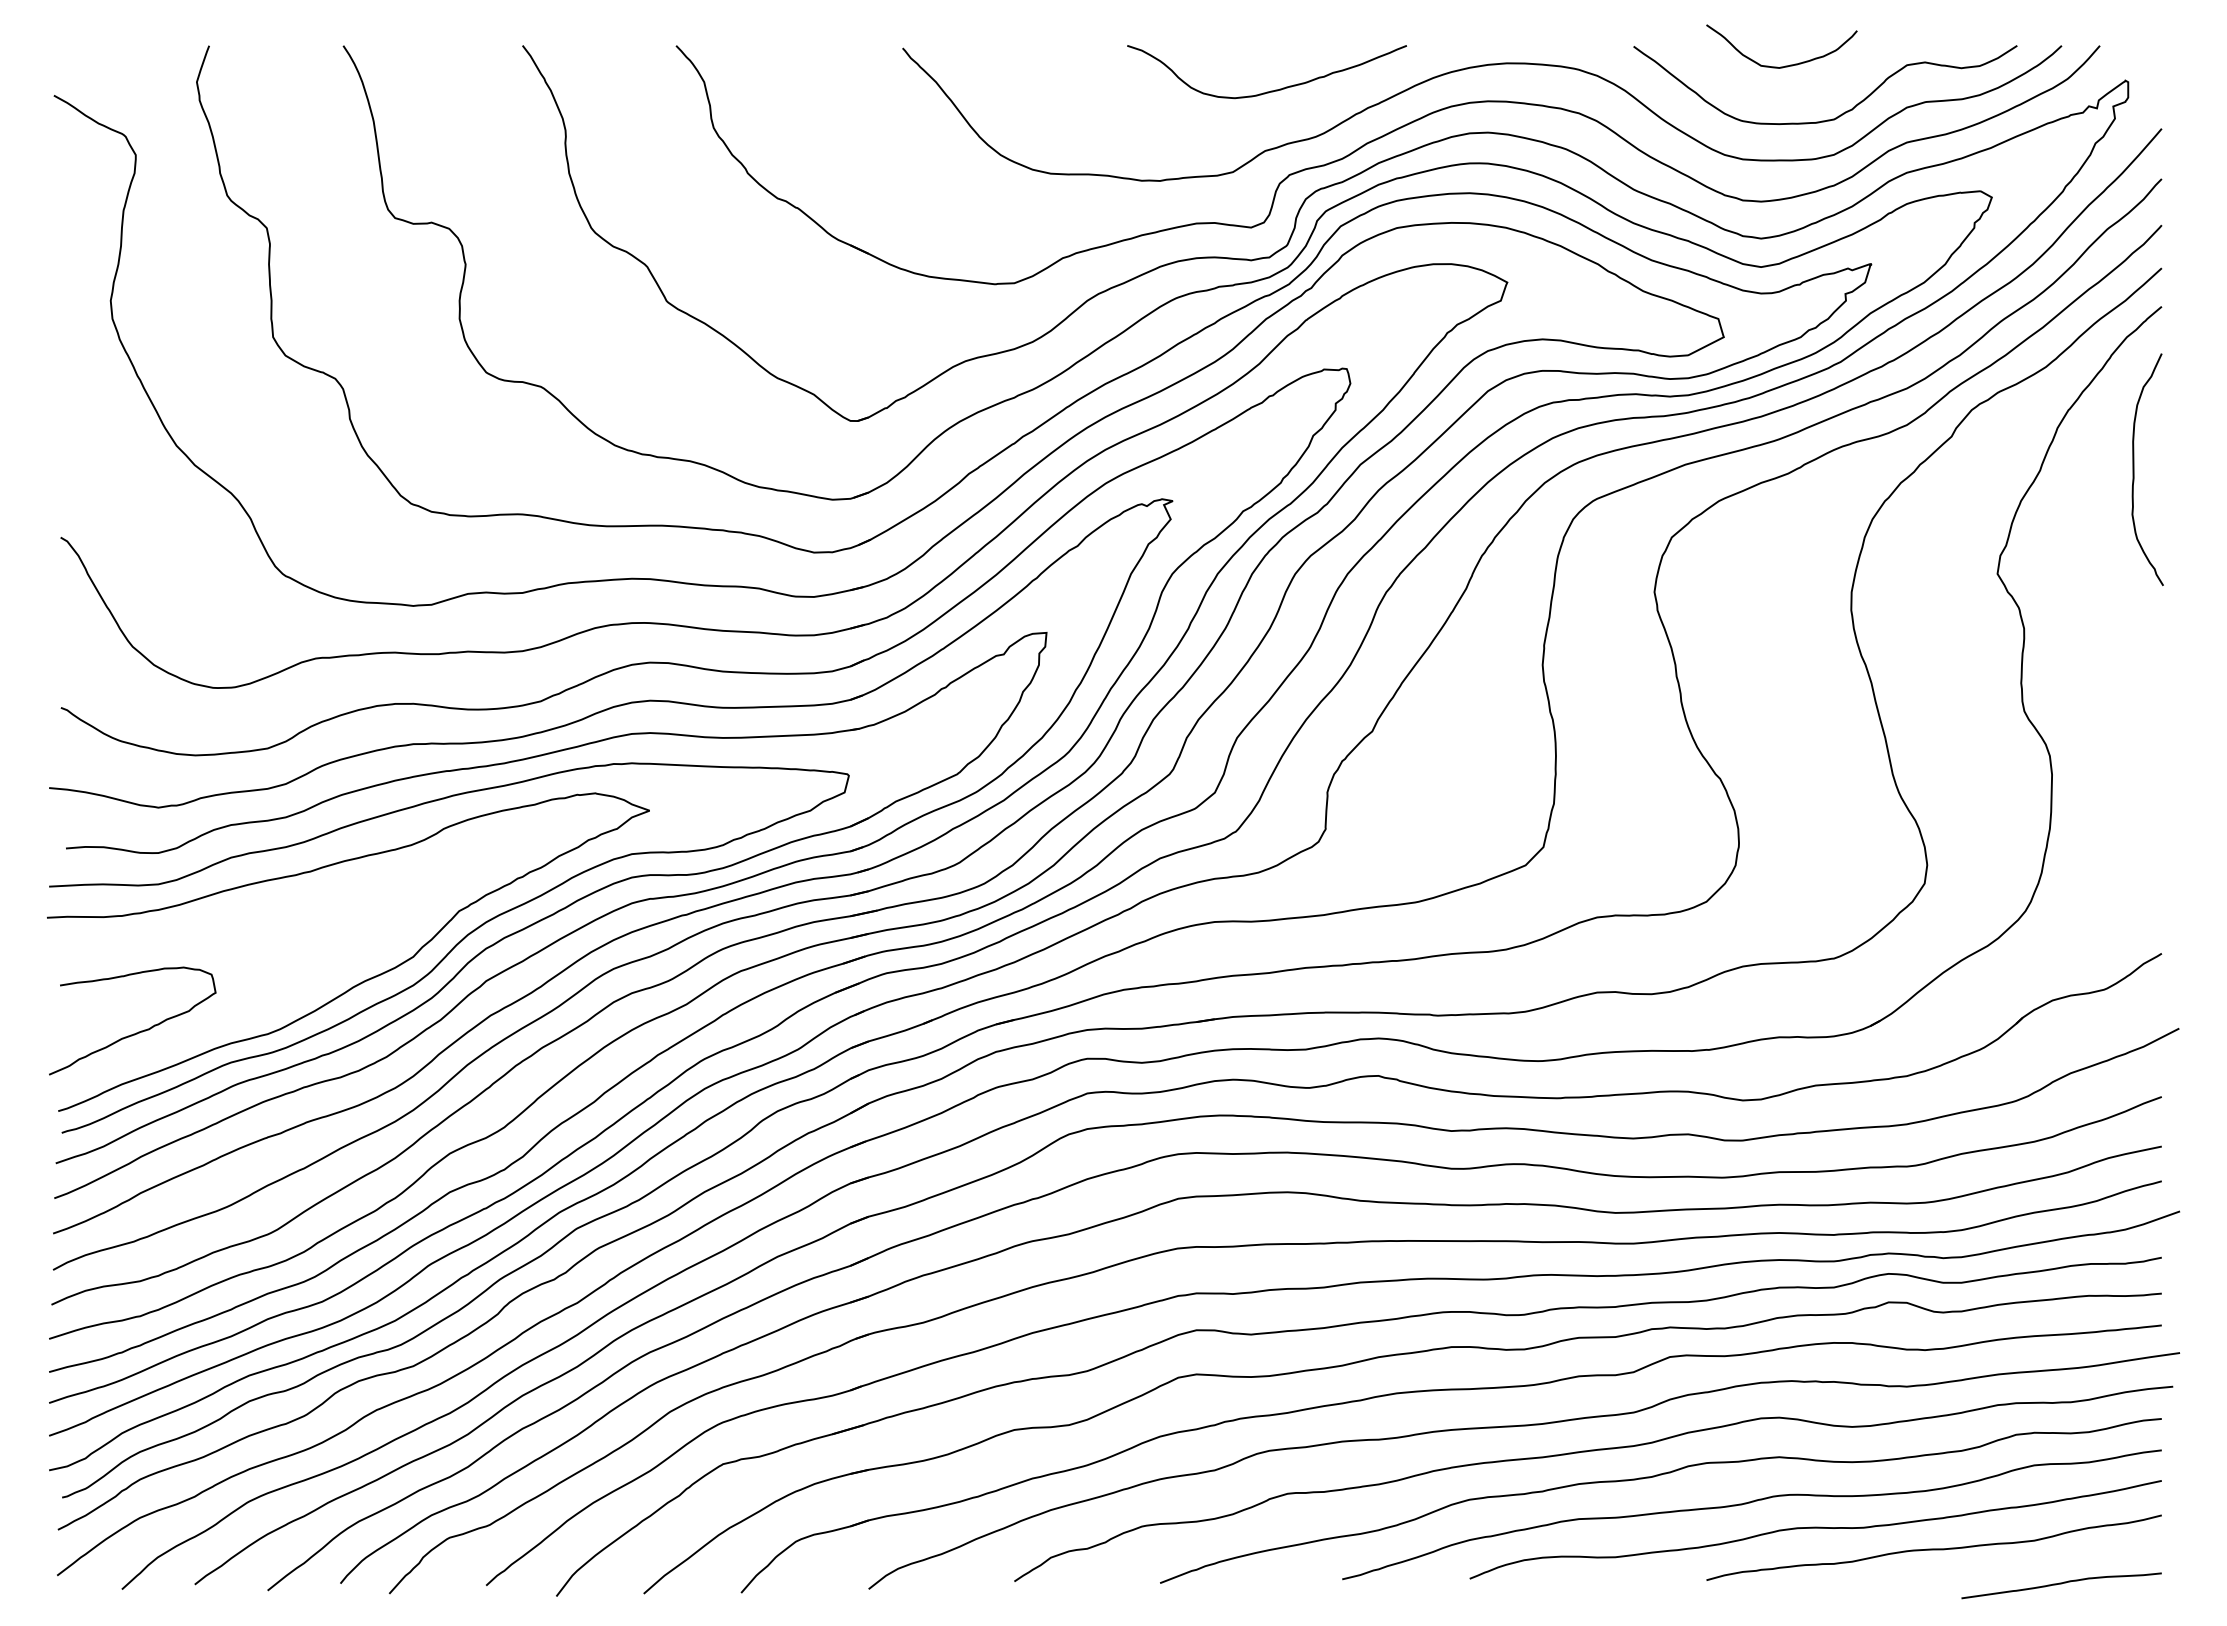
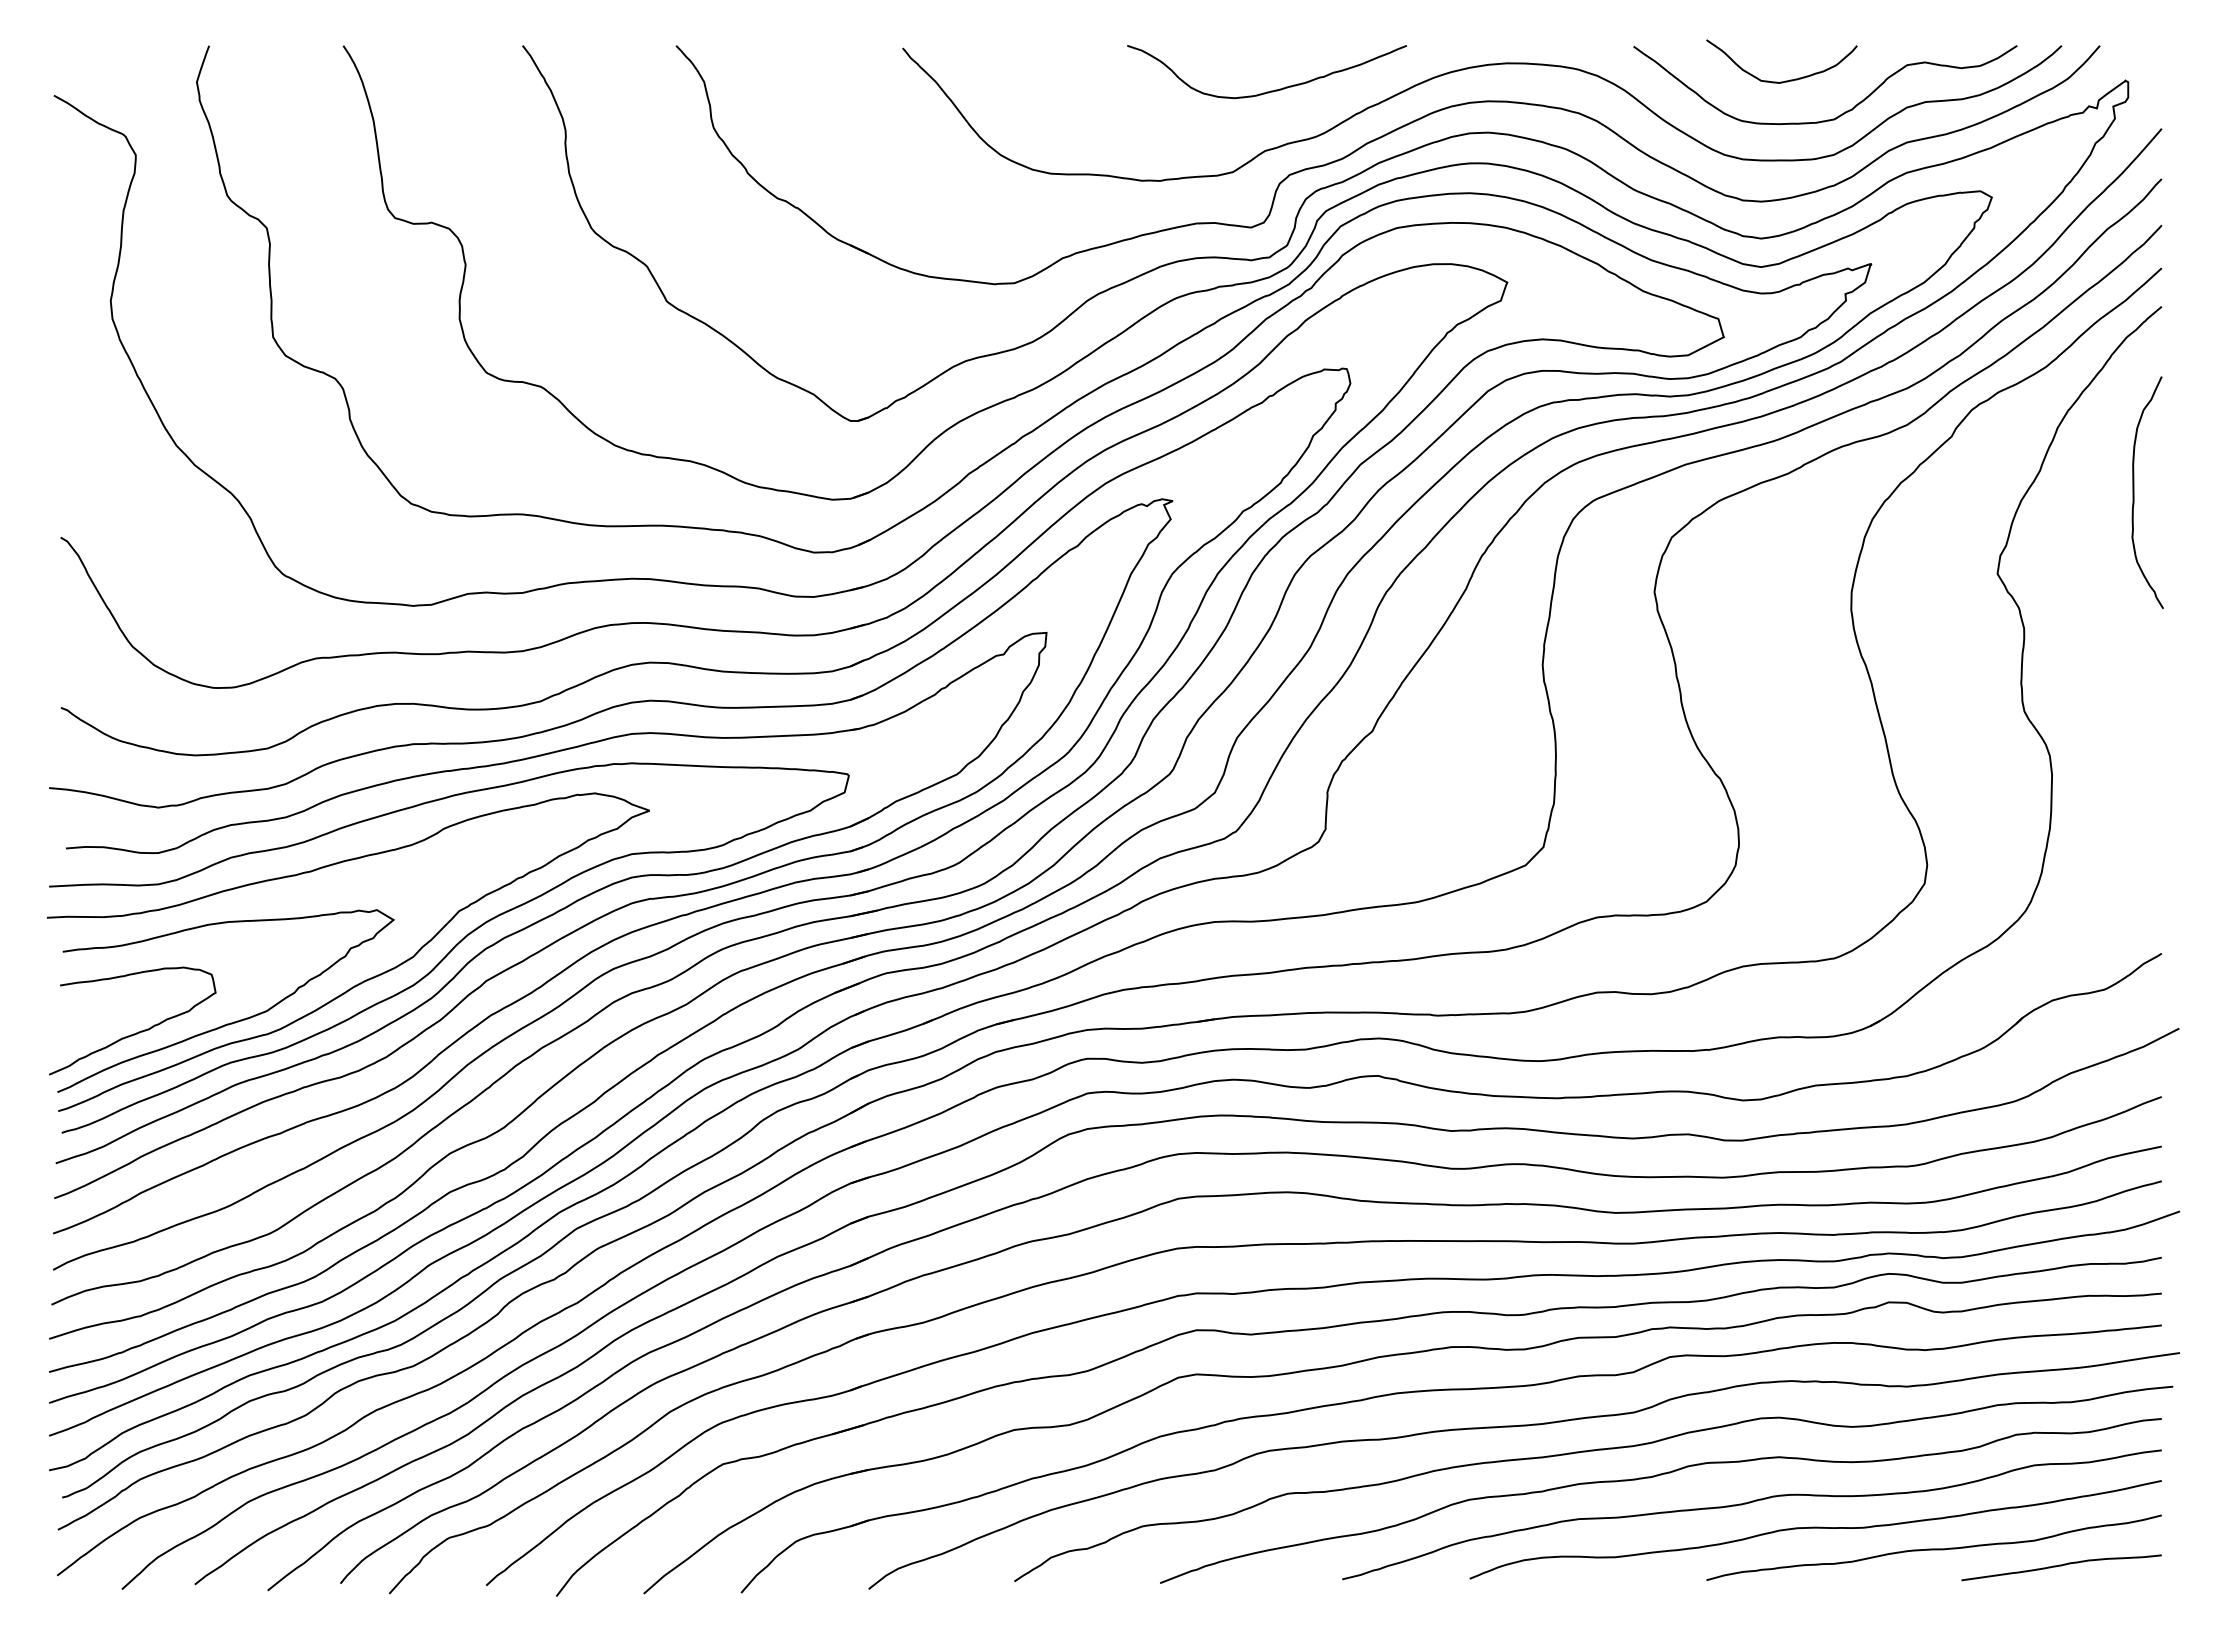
curve at (1785, 65) position: (1785, 65) -> (1785, 80)
curve at (2134, 469) position: (2134, 469) -> (2134, 492)
curve at (230, 1022): none -> present
curve at (2061, 1584) position: (2061, 1584) -> (2061, 1566)
